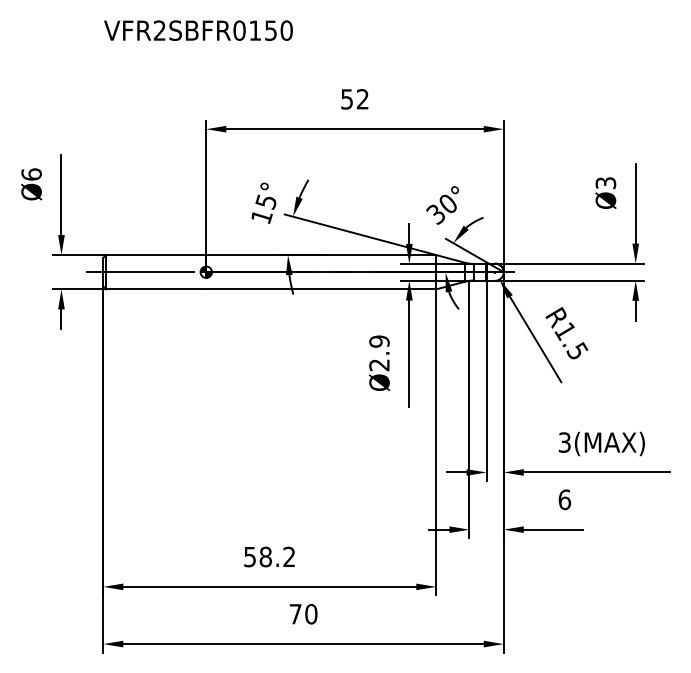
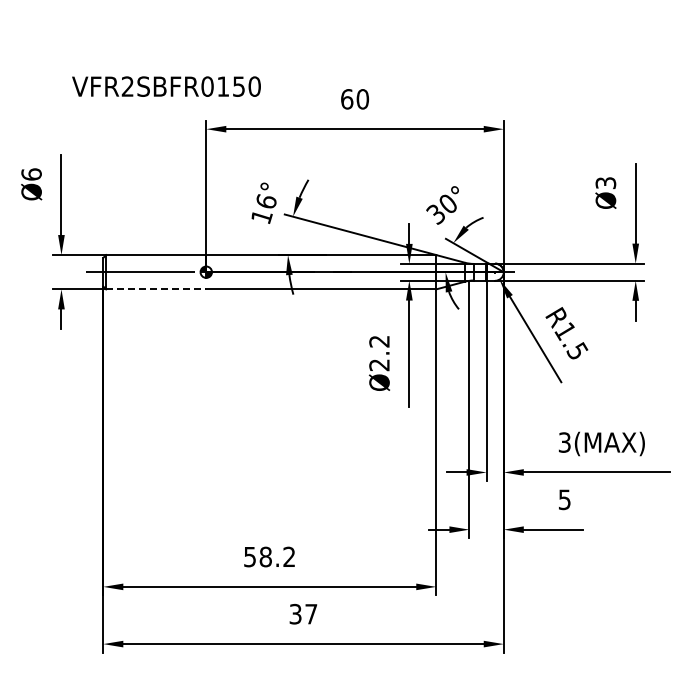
text at (198, 30) position: (198, 30) -> (166, 86)
text at (355, 99): 52 -> 60
text at (265, 201): 15° -> 16°
line at (156, 289): solid -> dashed
text at (379, 341): Ø2.9 -> Ø2.2
text at (564, 499): 6 -> 5
text at (303, 613): 70 -> 37
